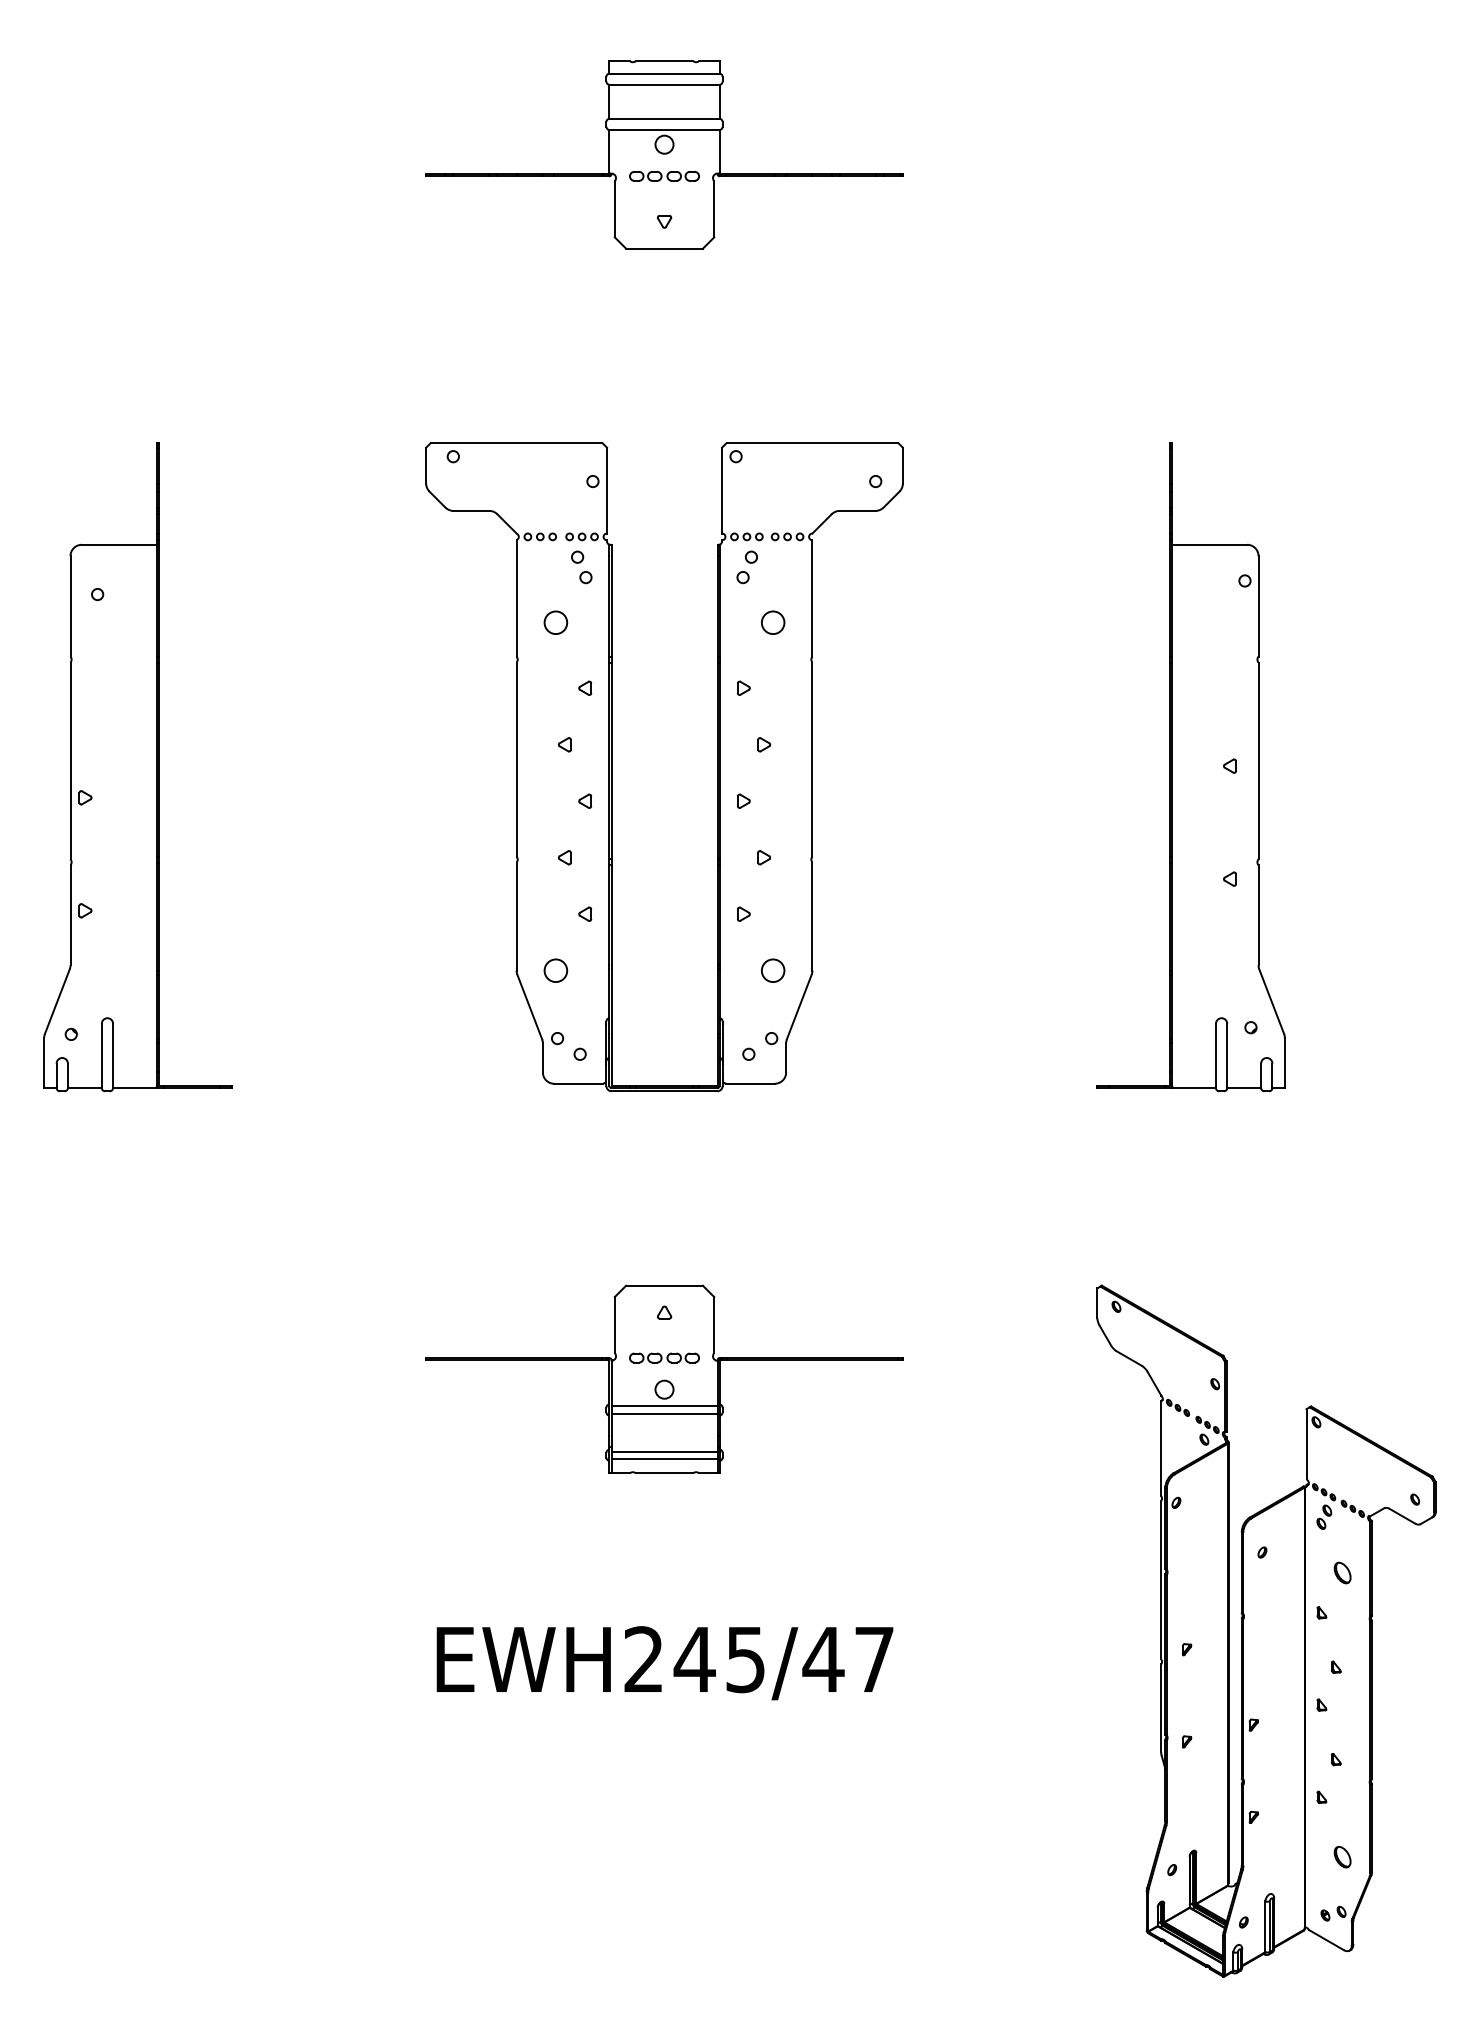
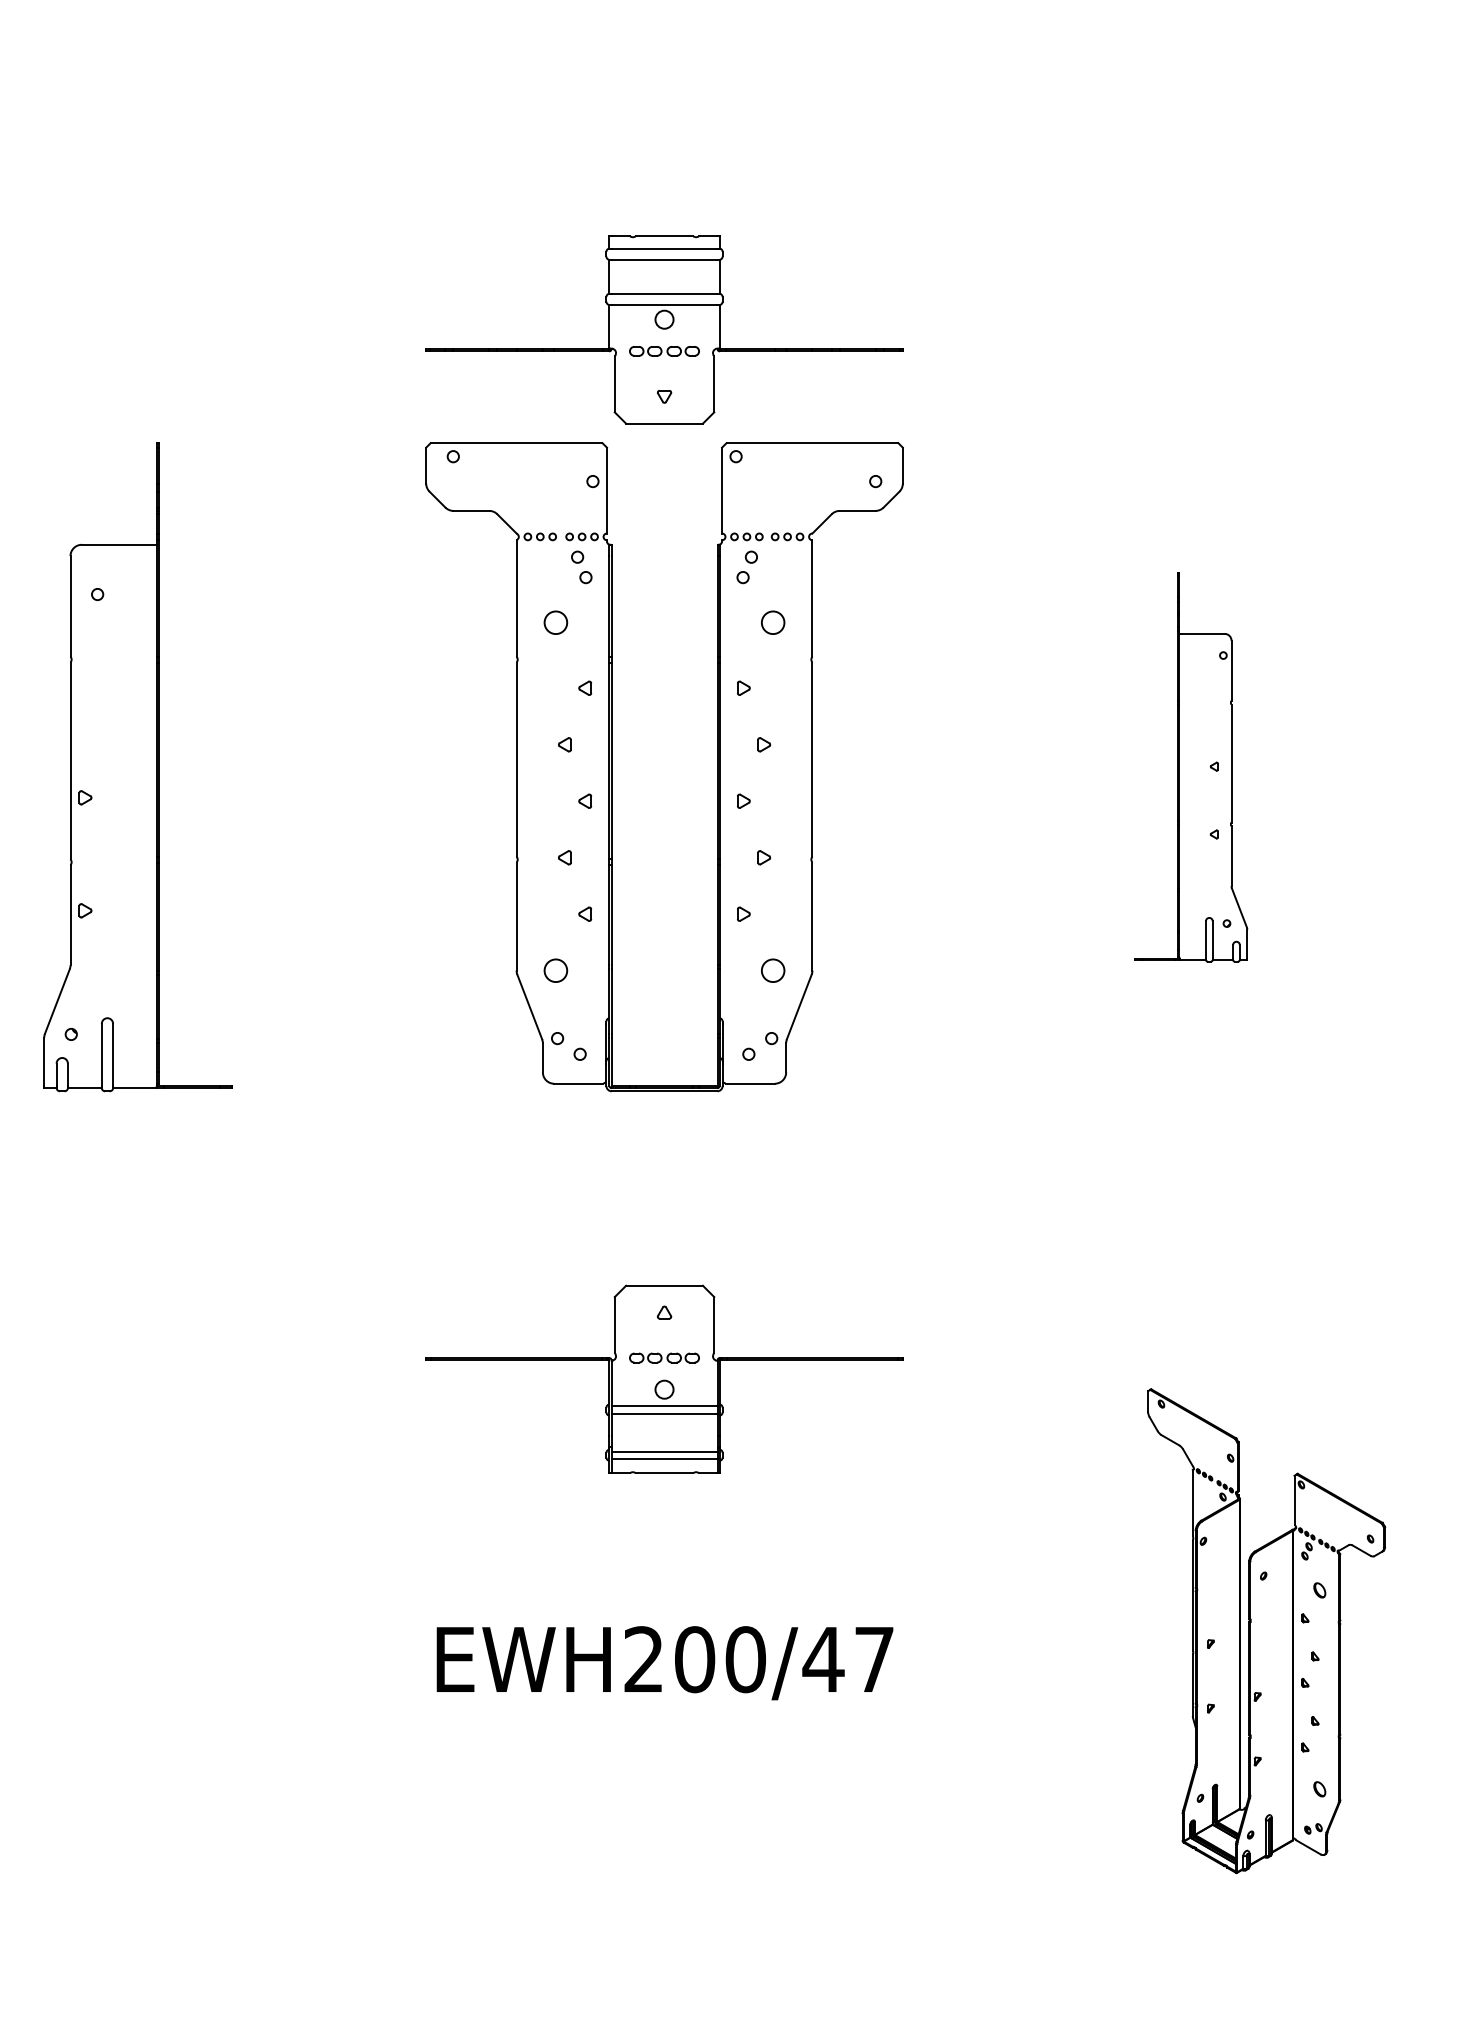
part at (664, 154) position: (664, 154) -> (664, 329)
part at (1190, 767) size: 190x651 px -> 115x391 px
part at (1266, 1630) size: 341x694 px -> 240x487 px
text at (719, 1659): EWH245/47 -> EWH200/47
